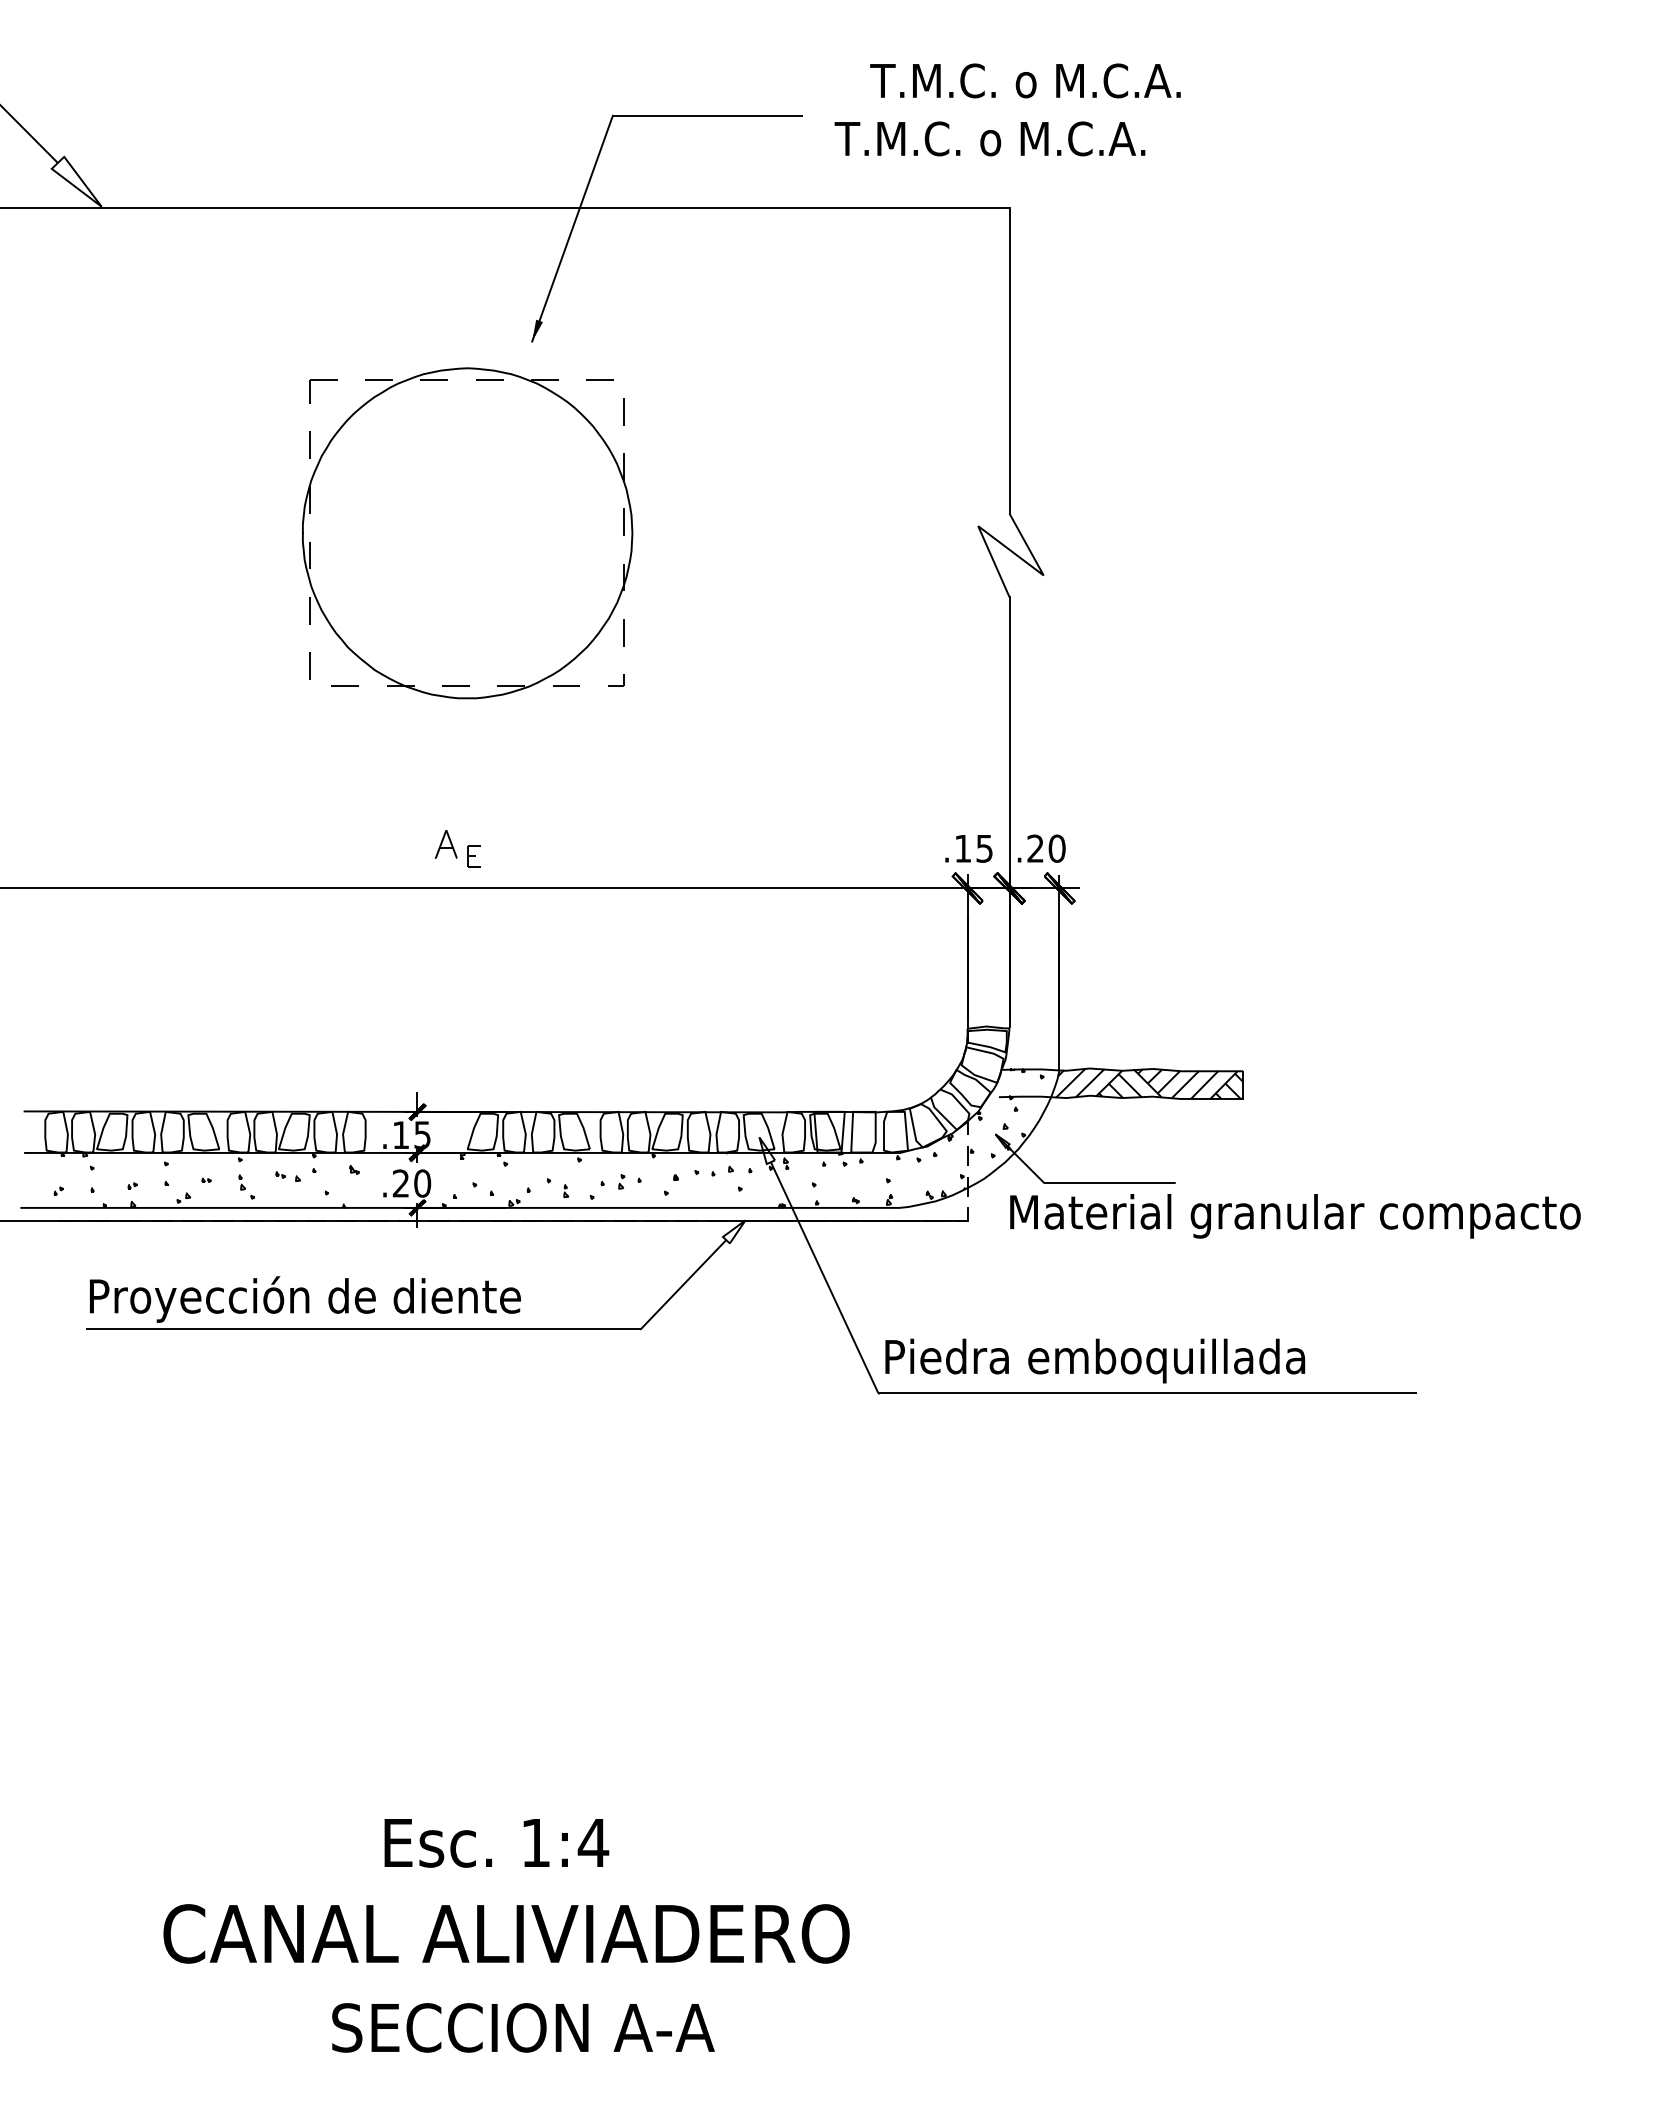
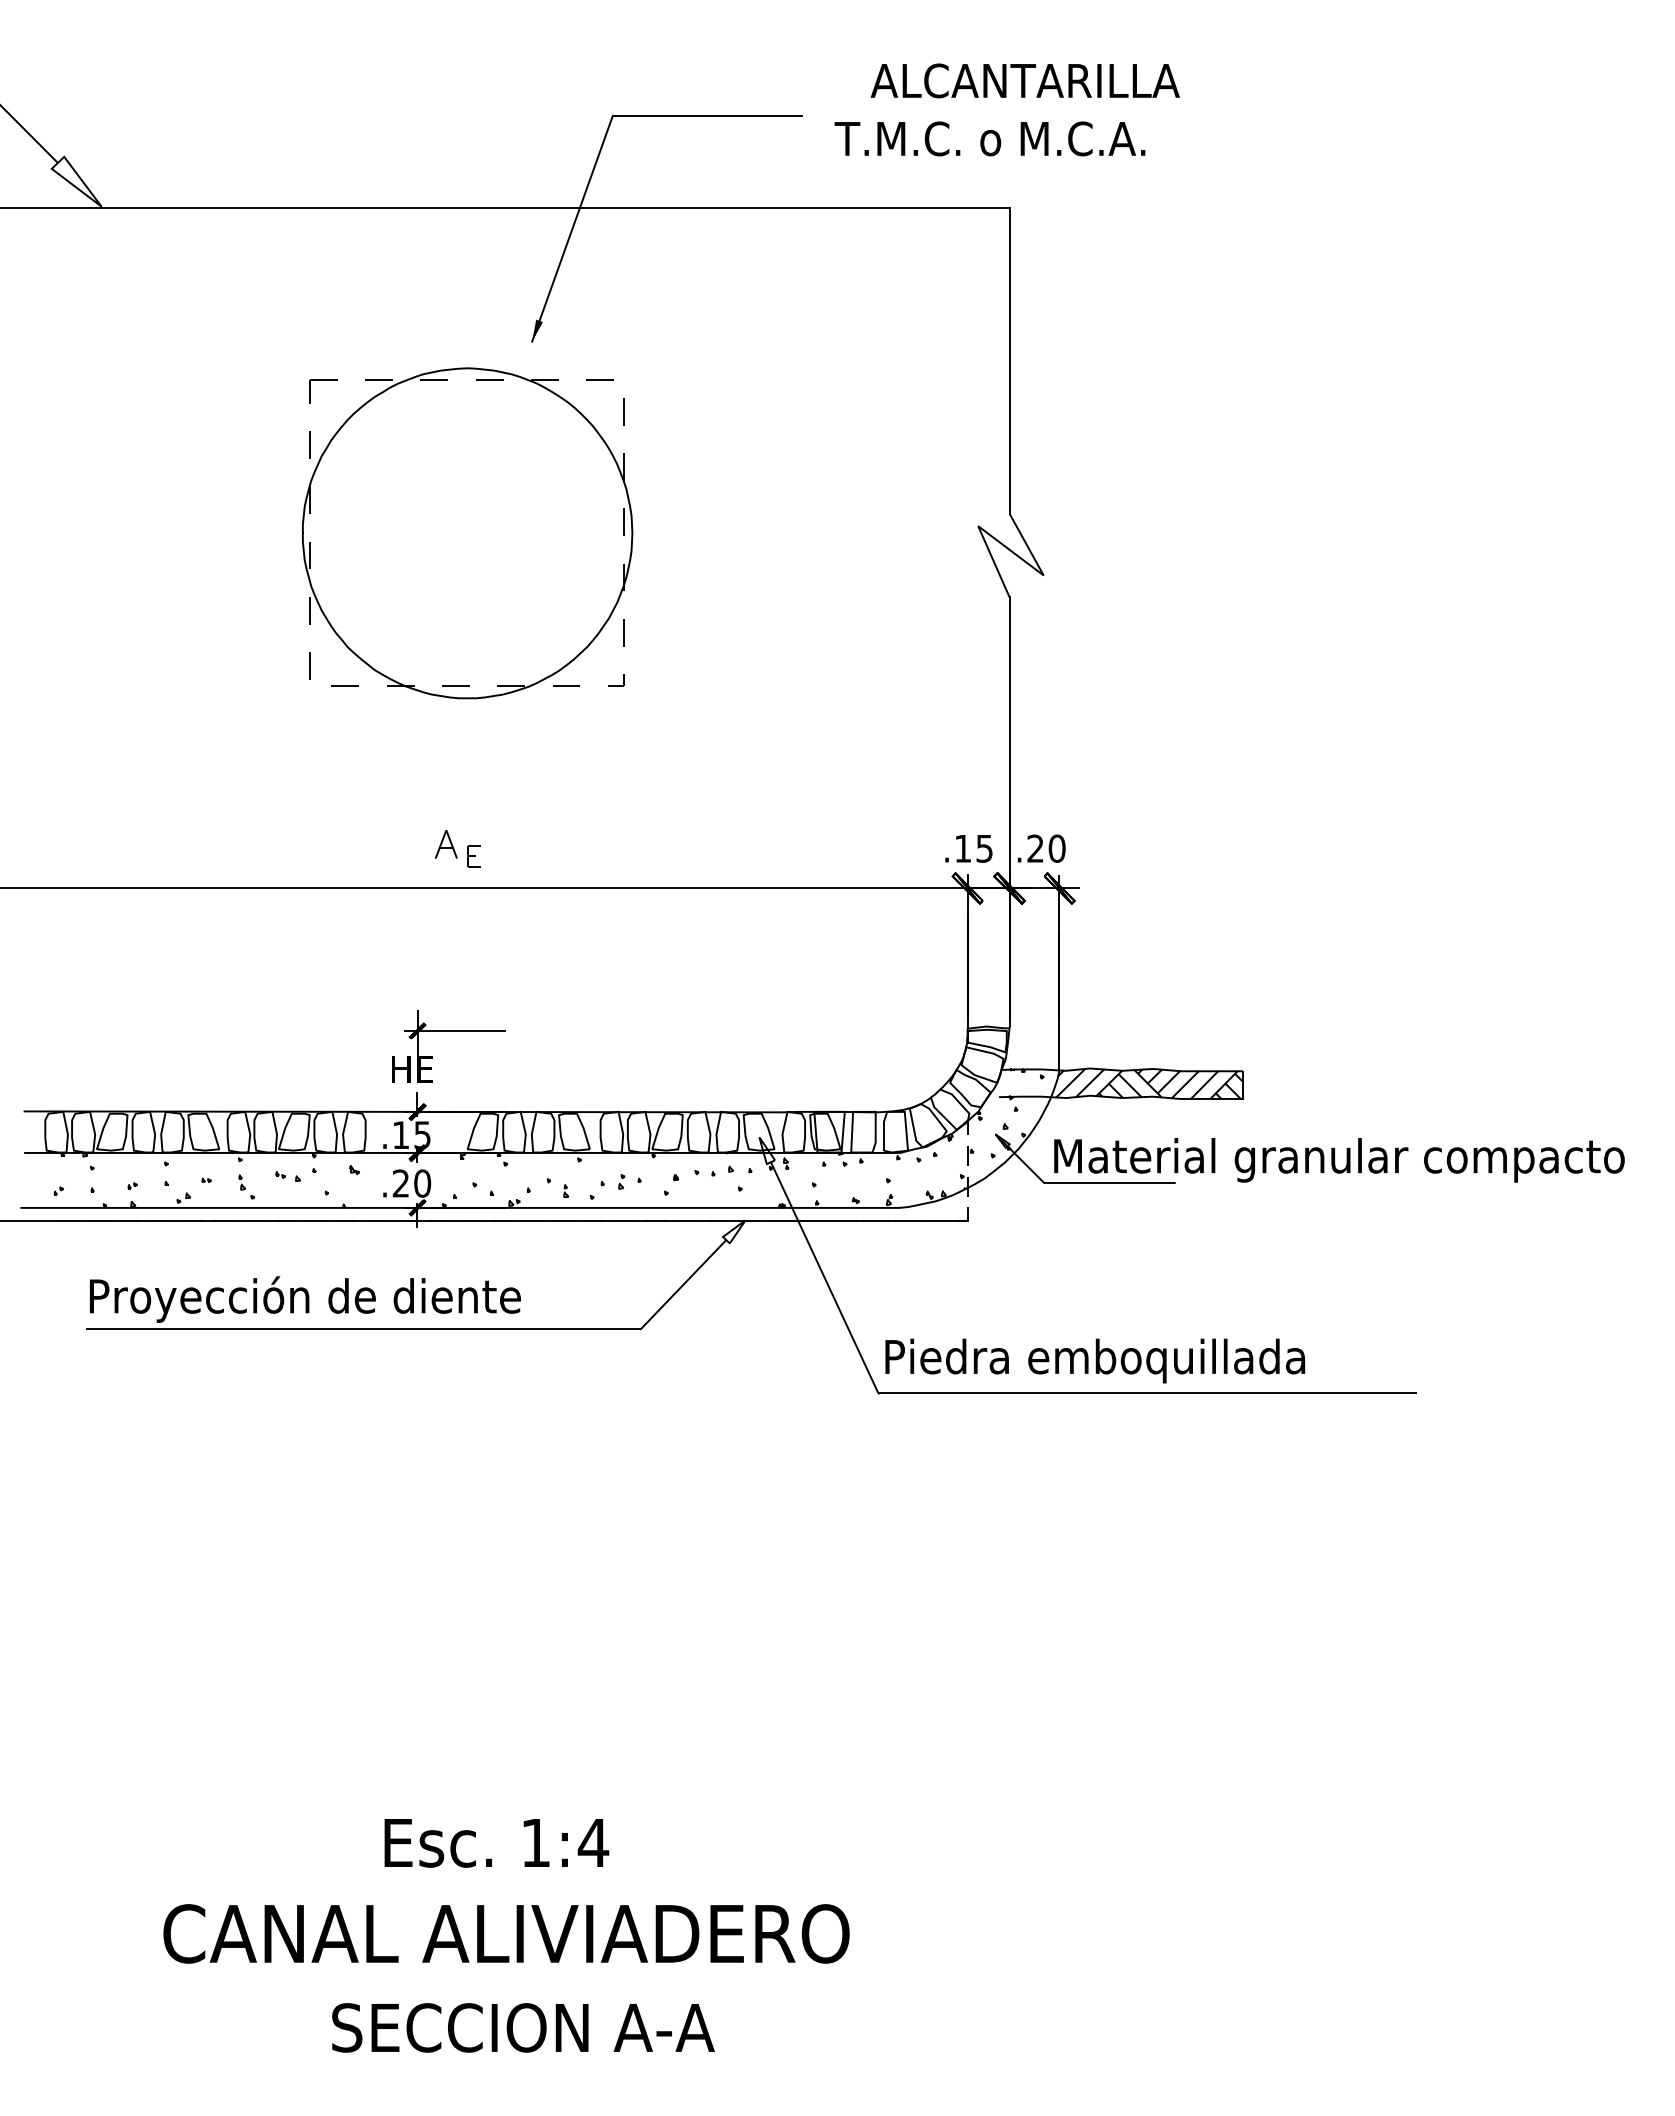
text at (1025, 80): T.M.C. o M.C.A. -> ALCANTARILLA
part at (448, 1031): none -> present
text at (1295, 1216) position: (1295, 1216) -> (1339, 1160)
